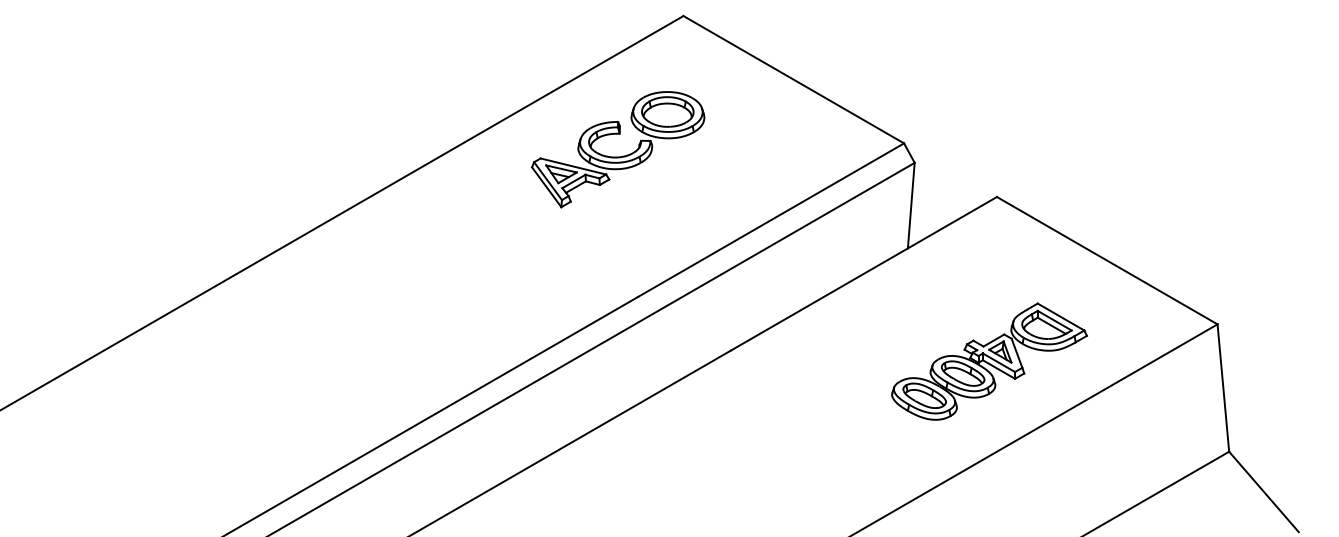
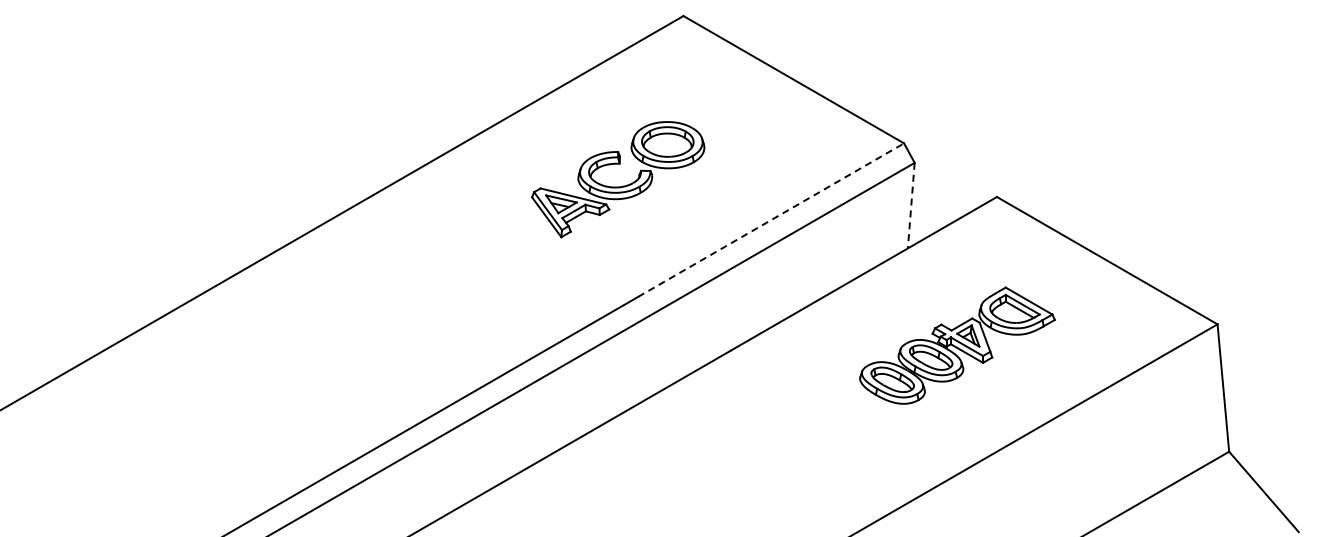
part at (618, 156) position: (618, 156) -> (618, 186)
line at (911, 205): solid -> dashed
line at (771, 220): solid -> dashed
part at (989, 361) position: (989, 361) -> (957, 345)
